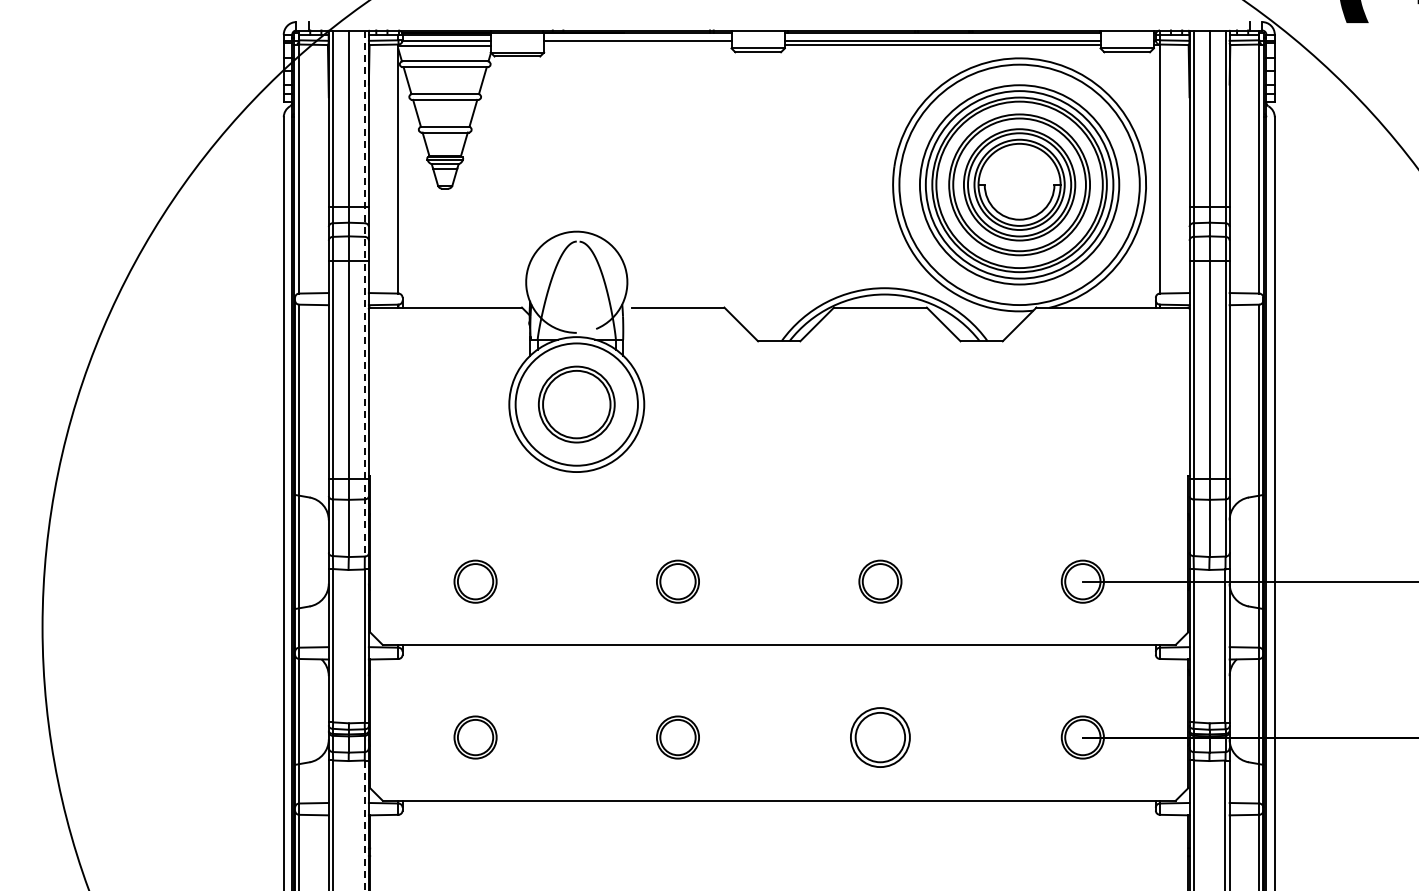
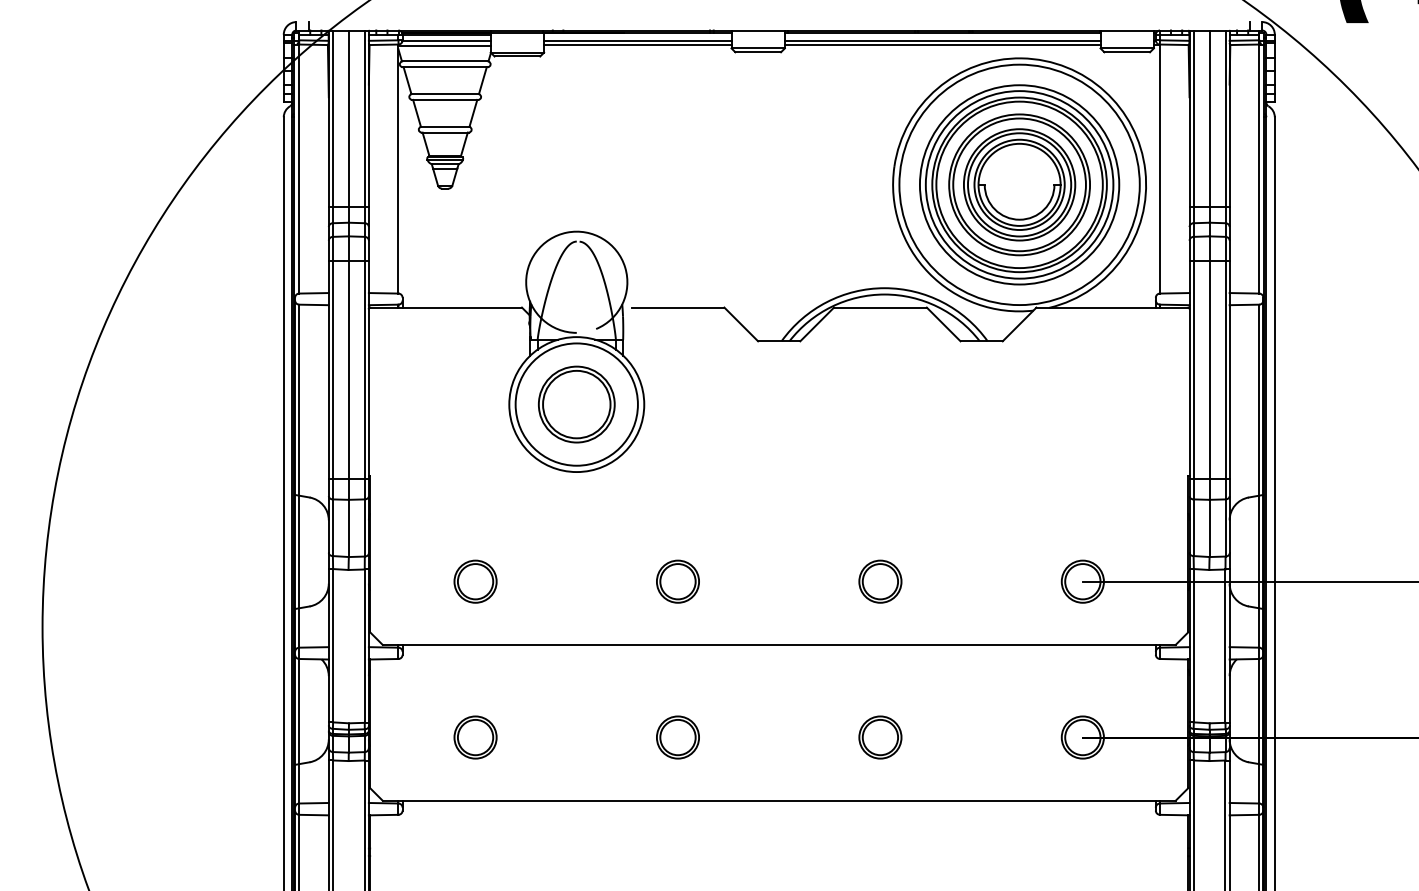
line at (637, 44): none -> present
line at (364, 294): dashed -> solid
part at (880, 737) size: 61x61 px -> 45x45 px
line at (364, 825): dashed -> solid
